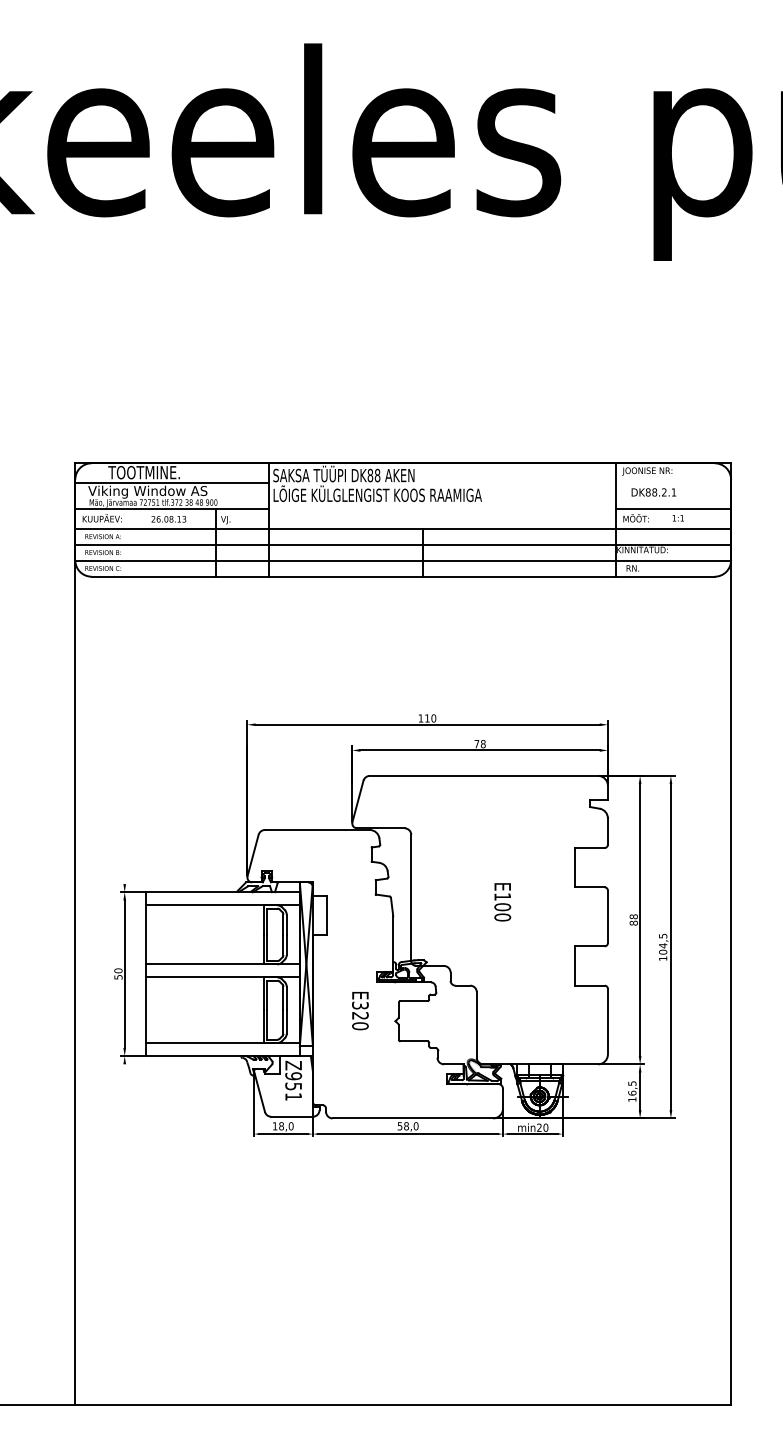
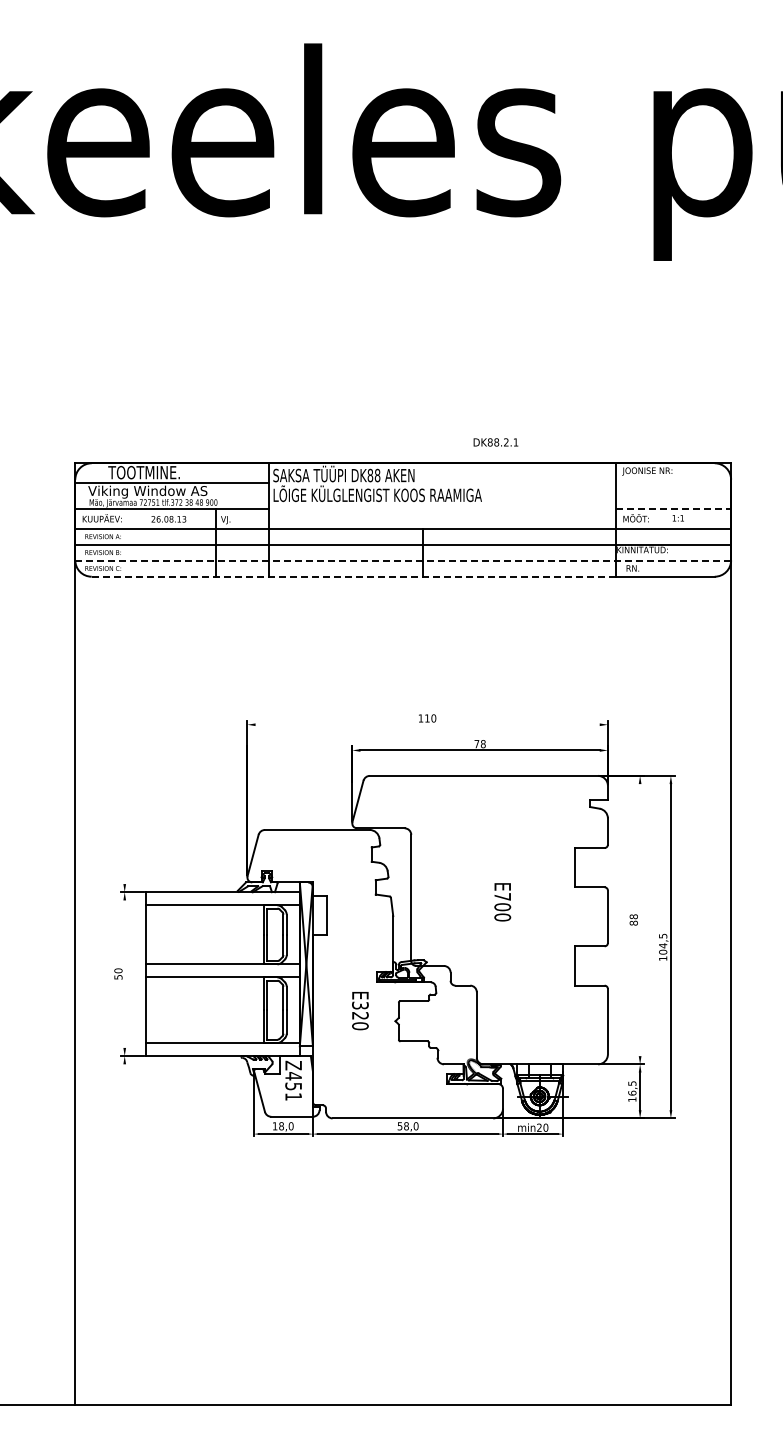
text at (653, 492) position: (653, 492) -> (495, 442)
line at (674, 509): solid -> dashed
line at (403, 560): solid -> dashed
line at (354, 576): solid -> dashed
line at (427, 724): present -> none
text at (502, 896): E100 -> E700
line at (640, 920): present -> none
line at (124, 973): present -> none
text at (293, 1076): Z951 -> Z451
